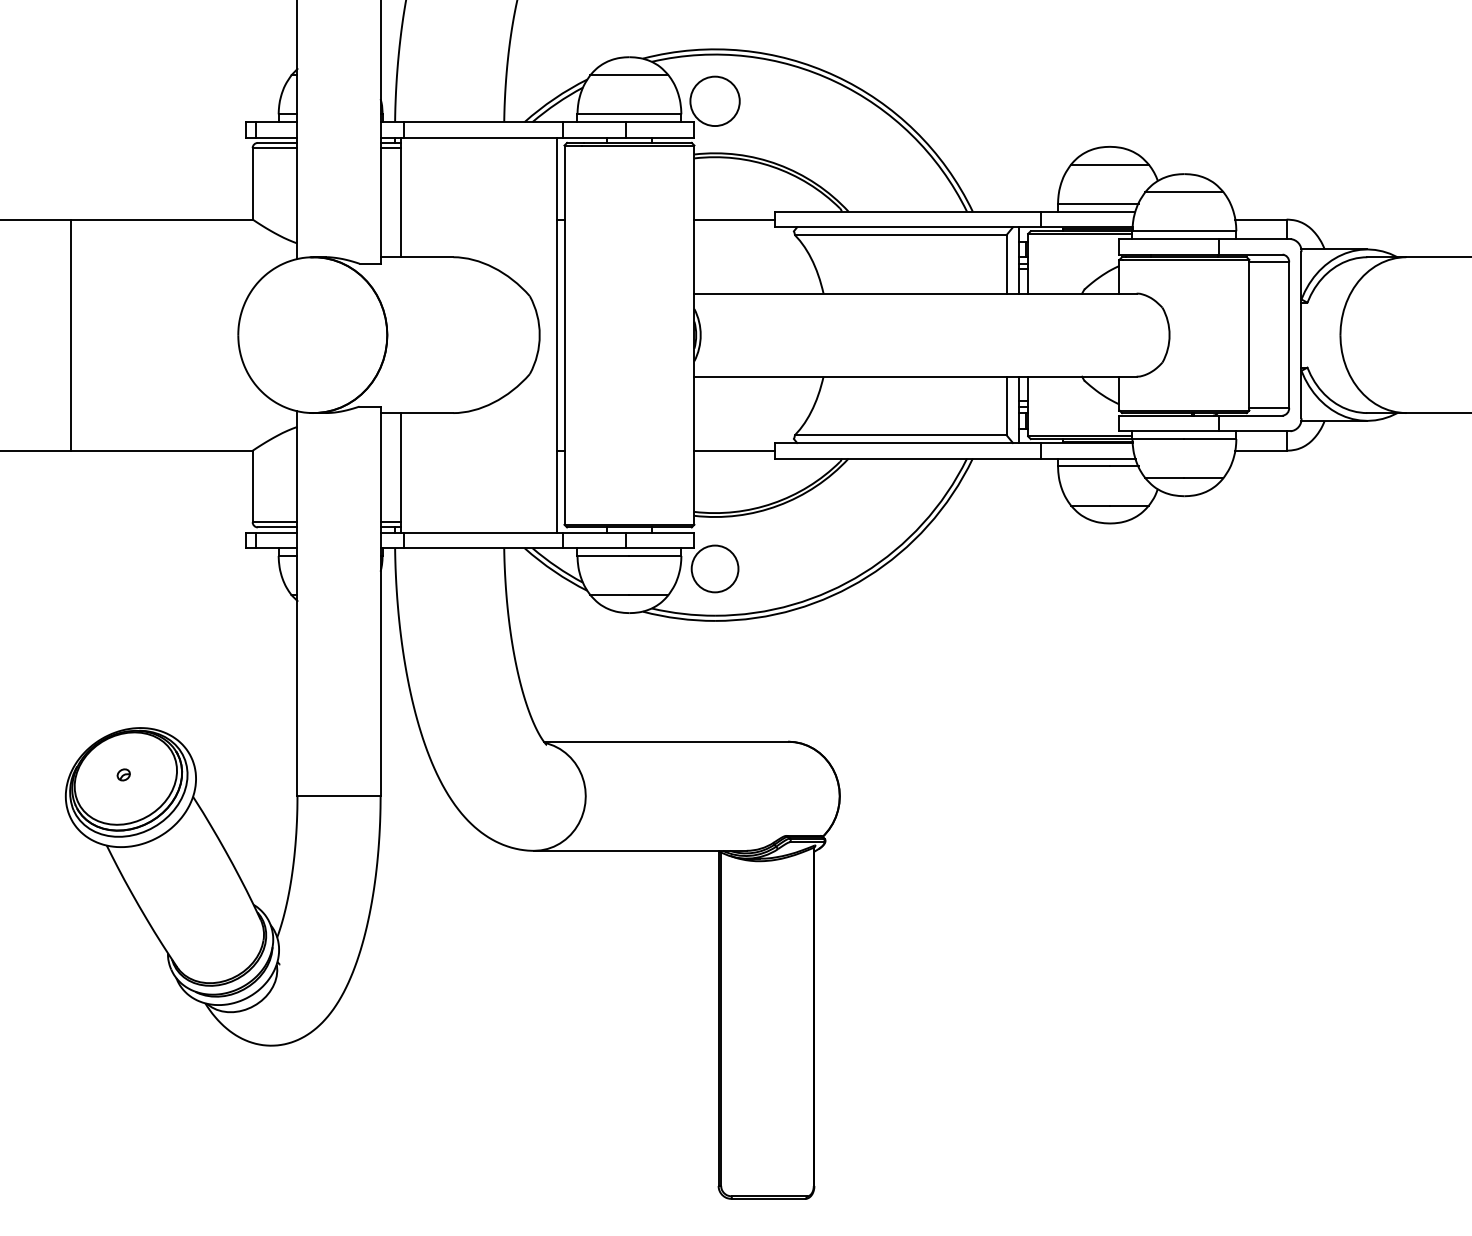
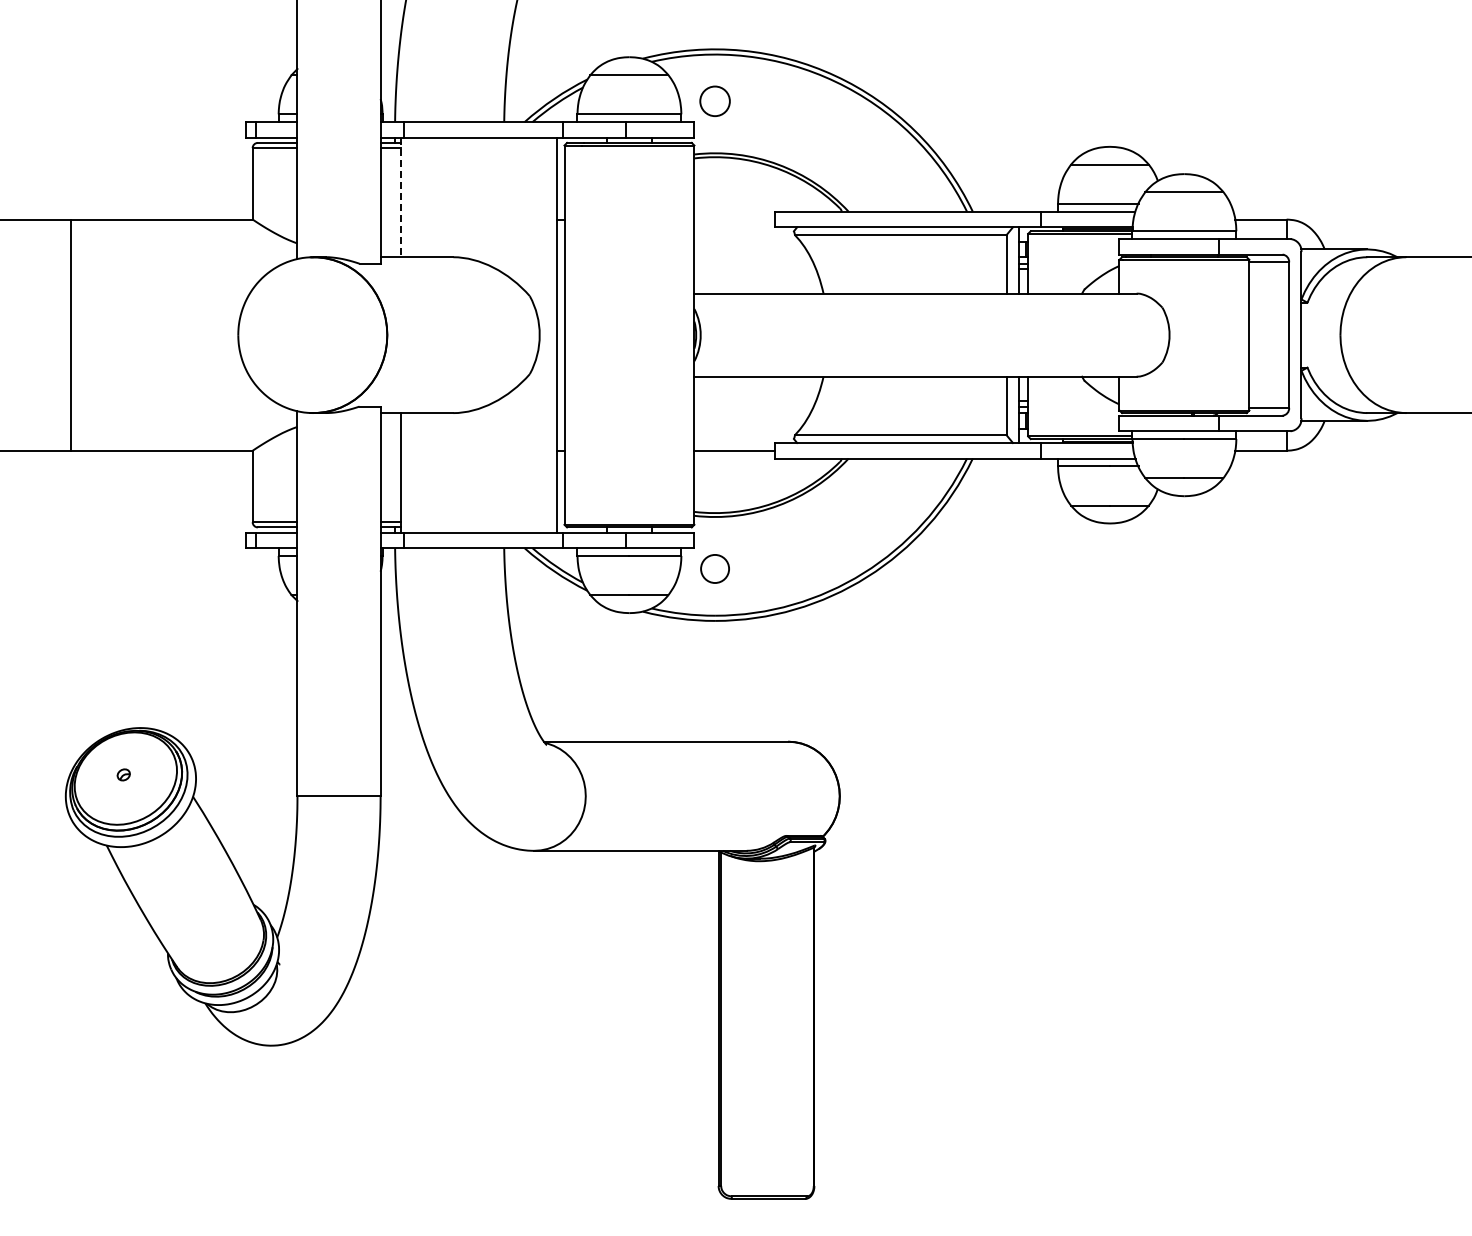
circle at (714, 101) diameter: 49 px -> 30 px
line at (400, 197): solid -> dashed
line at (734, 219): present -> none
circle at (714, 568) diameter: 47 px -> 28 px
